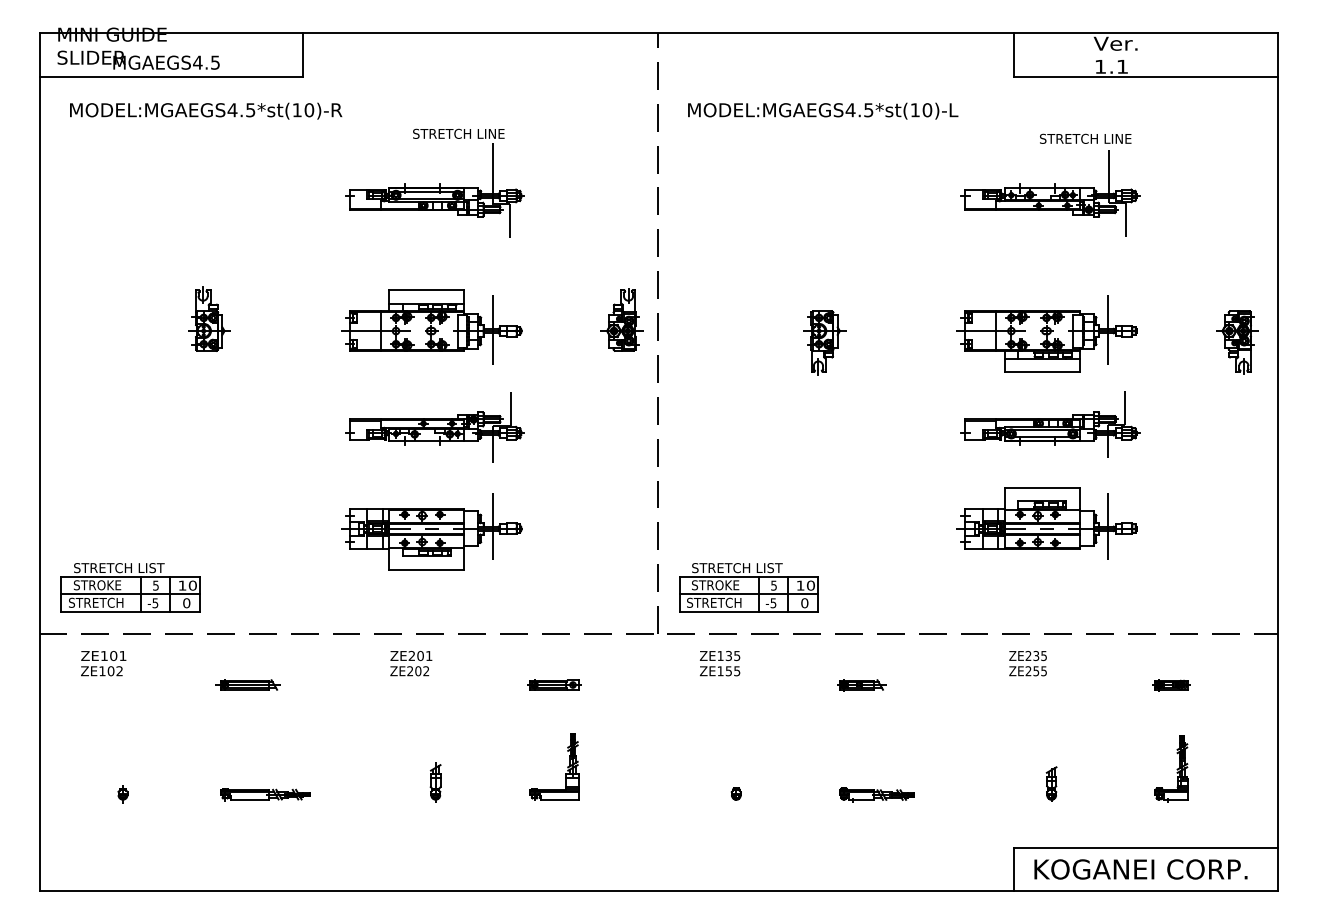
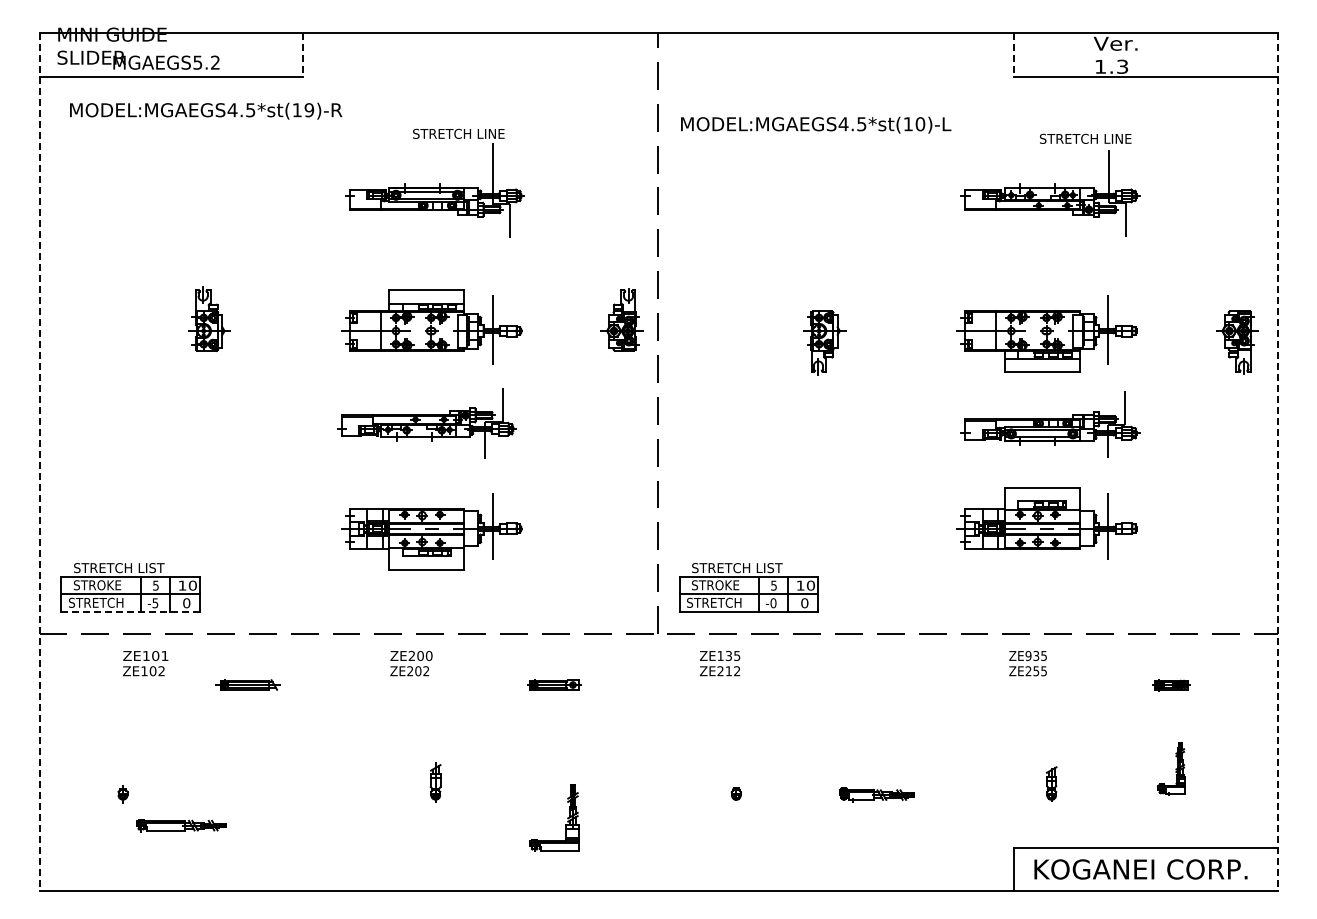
line at (303, 55): solid -> dashed
line at (1013, 55): solid -> dashed
text at (206, 62): MGAEGS4.5 -> MGAEGS5.2
text at (1122, 66): 1.1 -> 1.3
text at (309, 110): MODEL:MGAEGS4.5*st(10)-R -> MODEL:MGAEGS4.5*st(19)-R
text at (823, 110) position: (823, 110) -> (816, 124)
part at (434, 427) position: (434, 427) -> (426, 423)
line at (39, 462): solid -> dashed
line at (1277, 462): solid -> dashed
text at (773, 603): -5 -> -0
line at (131, 612): solid -> dashed
text at (428, 655): ZE201 -> ZE200
text at (1028, 655): ZE235 -> ZE935
text at (103, 663) position: (103, 663) -> (145, 663)
text at (728, 671): ZE155 -> ZE212
part at (861, 685): present -> none
part at (567, 766) position: (567, 766) -> (567, 817)
part at (1171, 768) size: 35x68 px -> 29x54 px
part at (265, 794) position: (265, 794) -> (181, 825)
